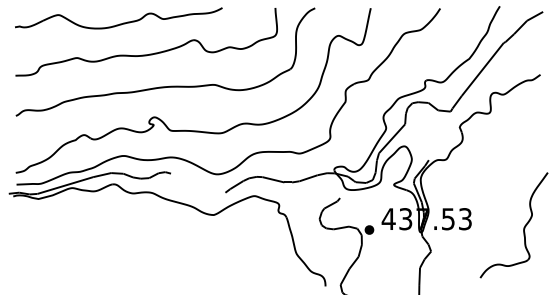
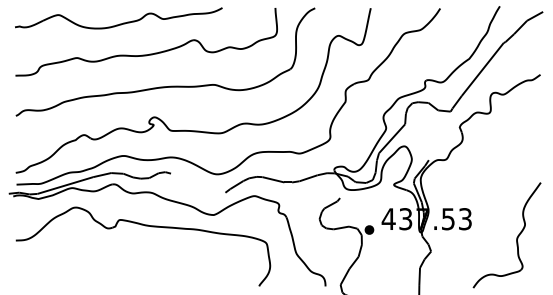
part at (145, 226): none -> present
part at (523, 227) position: (523, 227) -> (516, 237)
